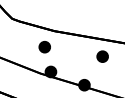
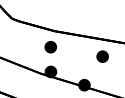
part at (44, 47) position: (44, 47) -> (50, 47)
